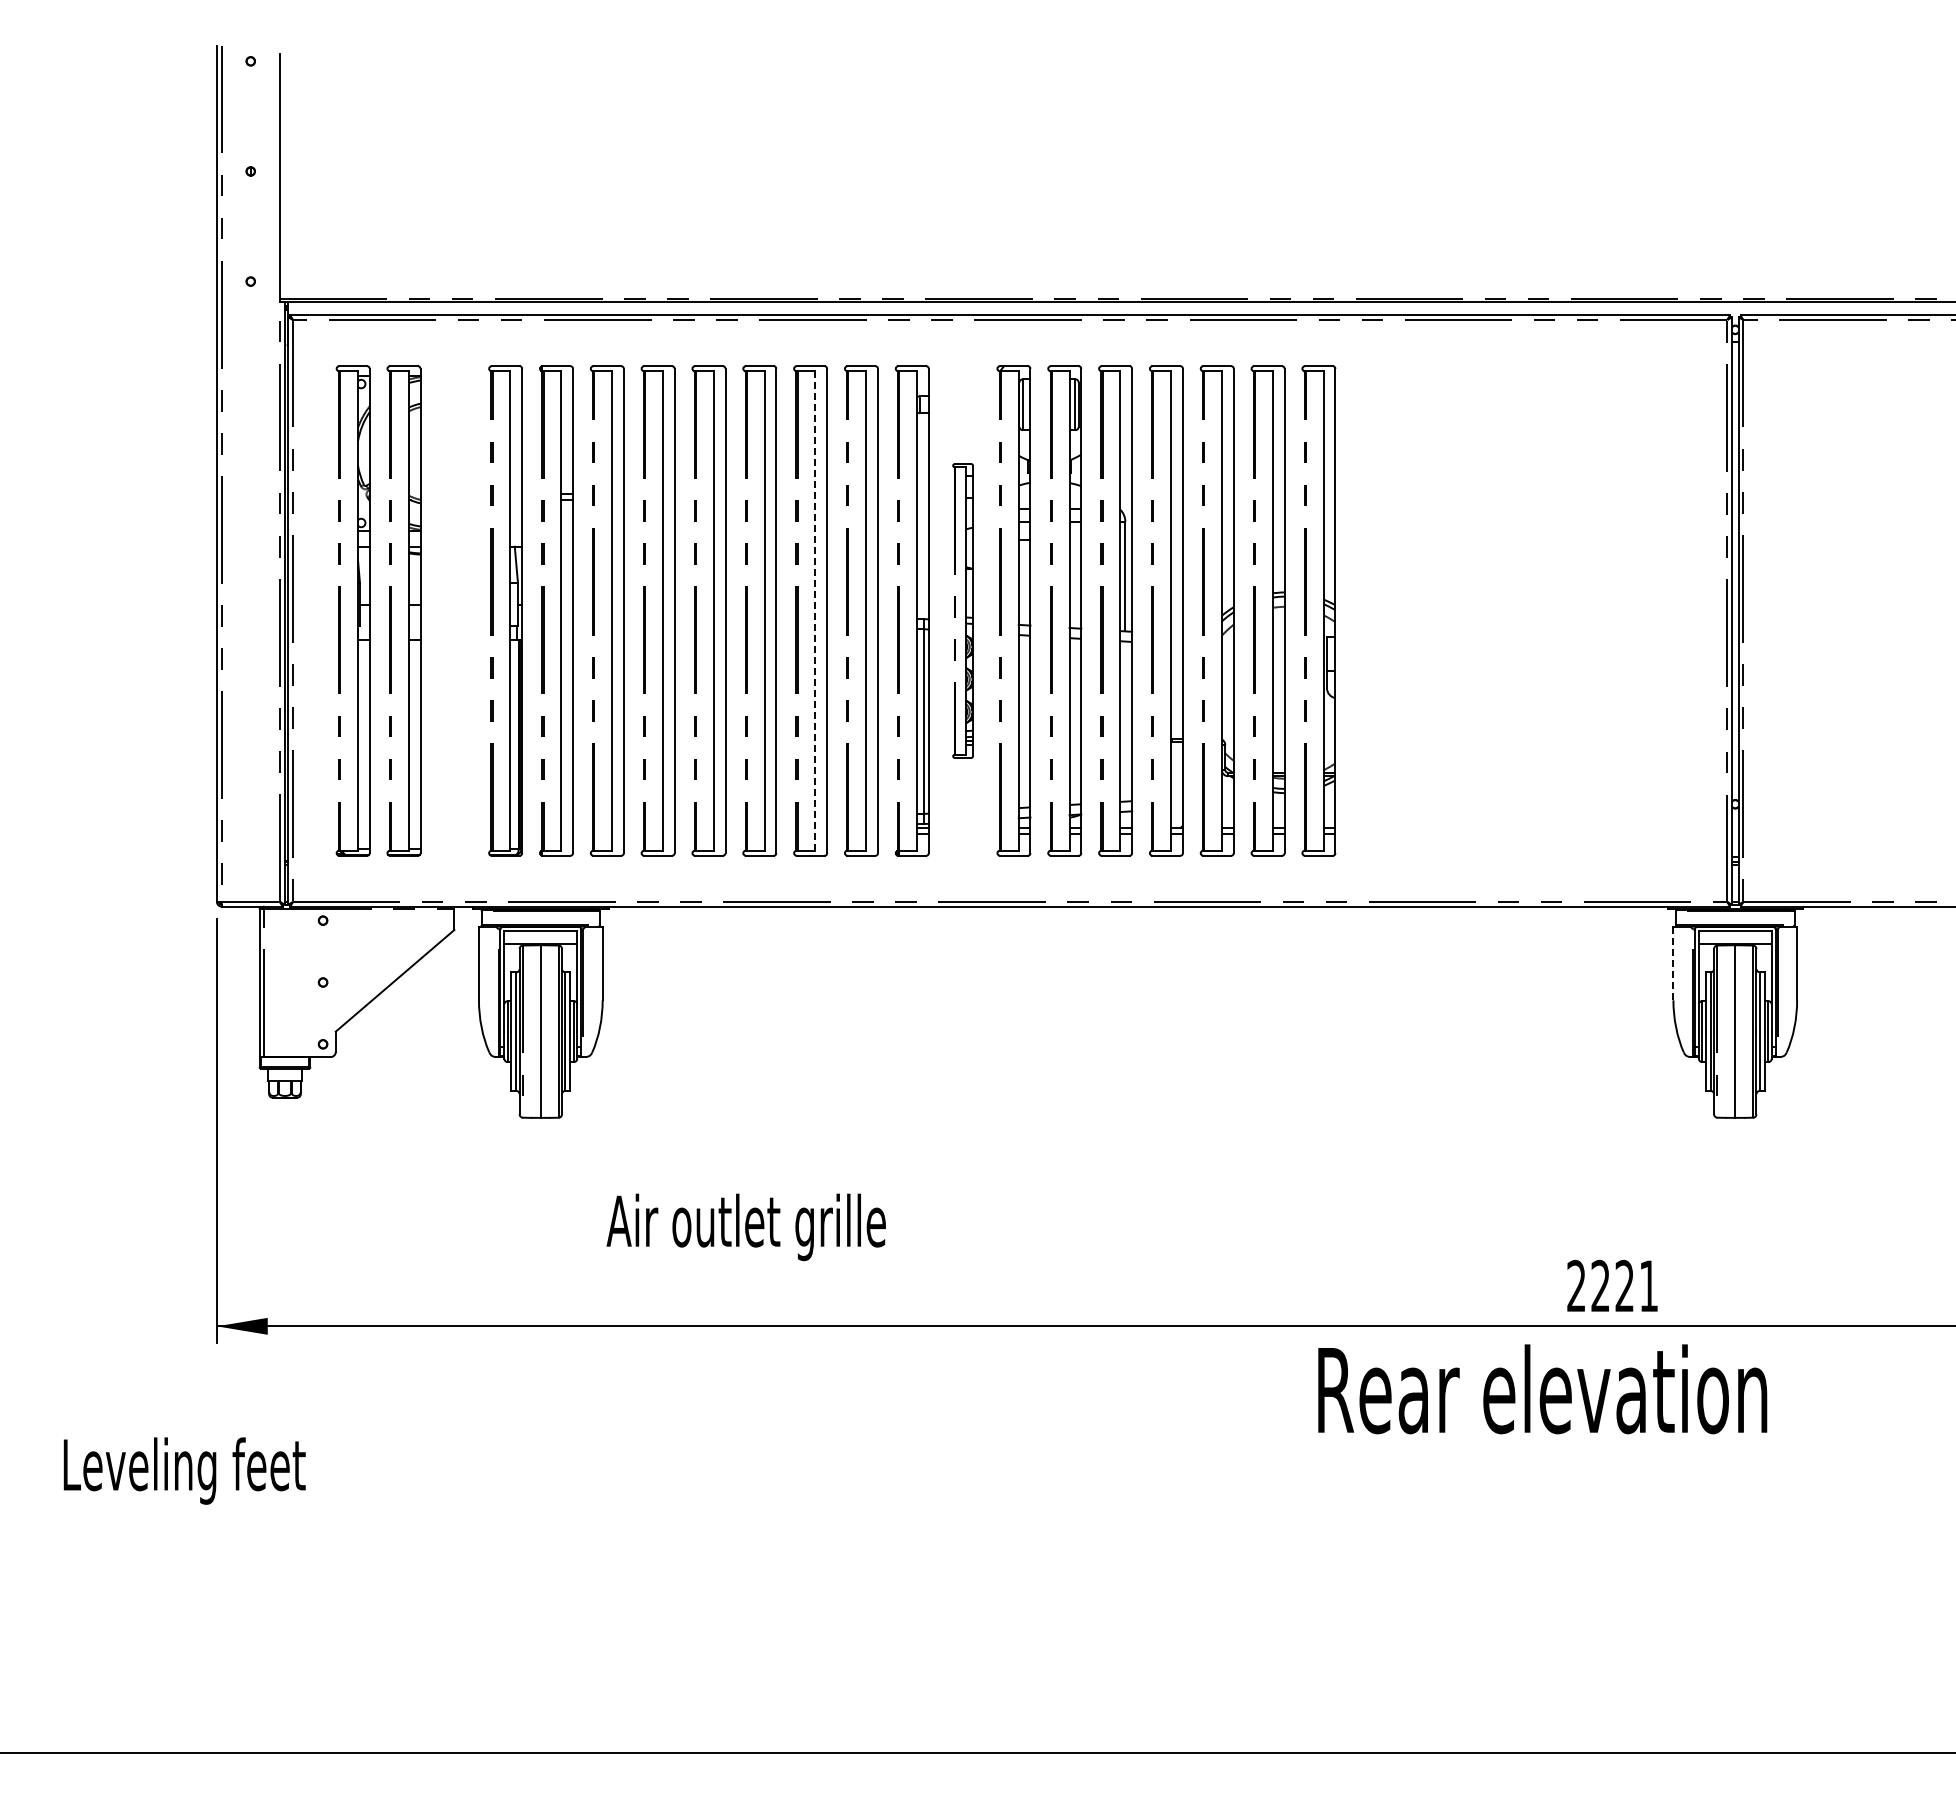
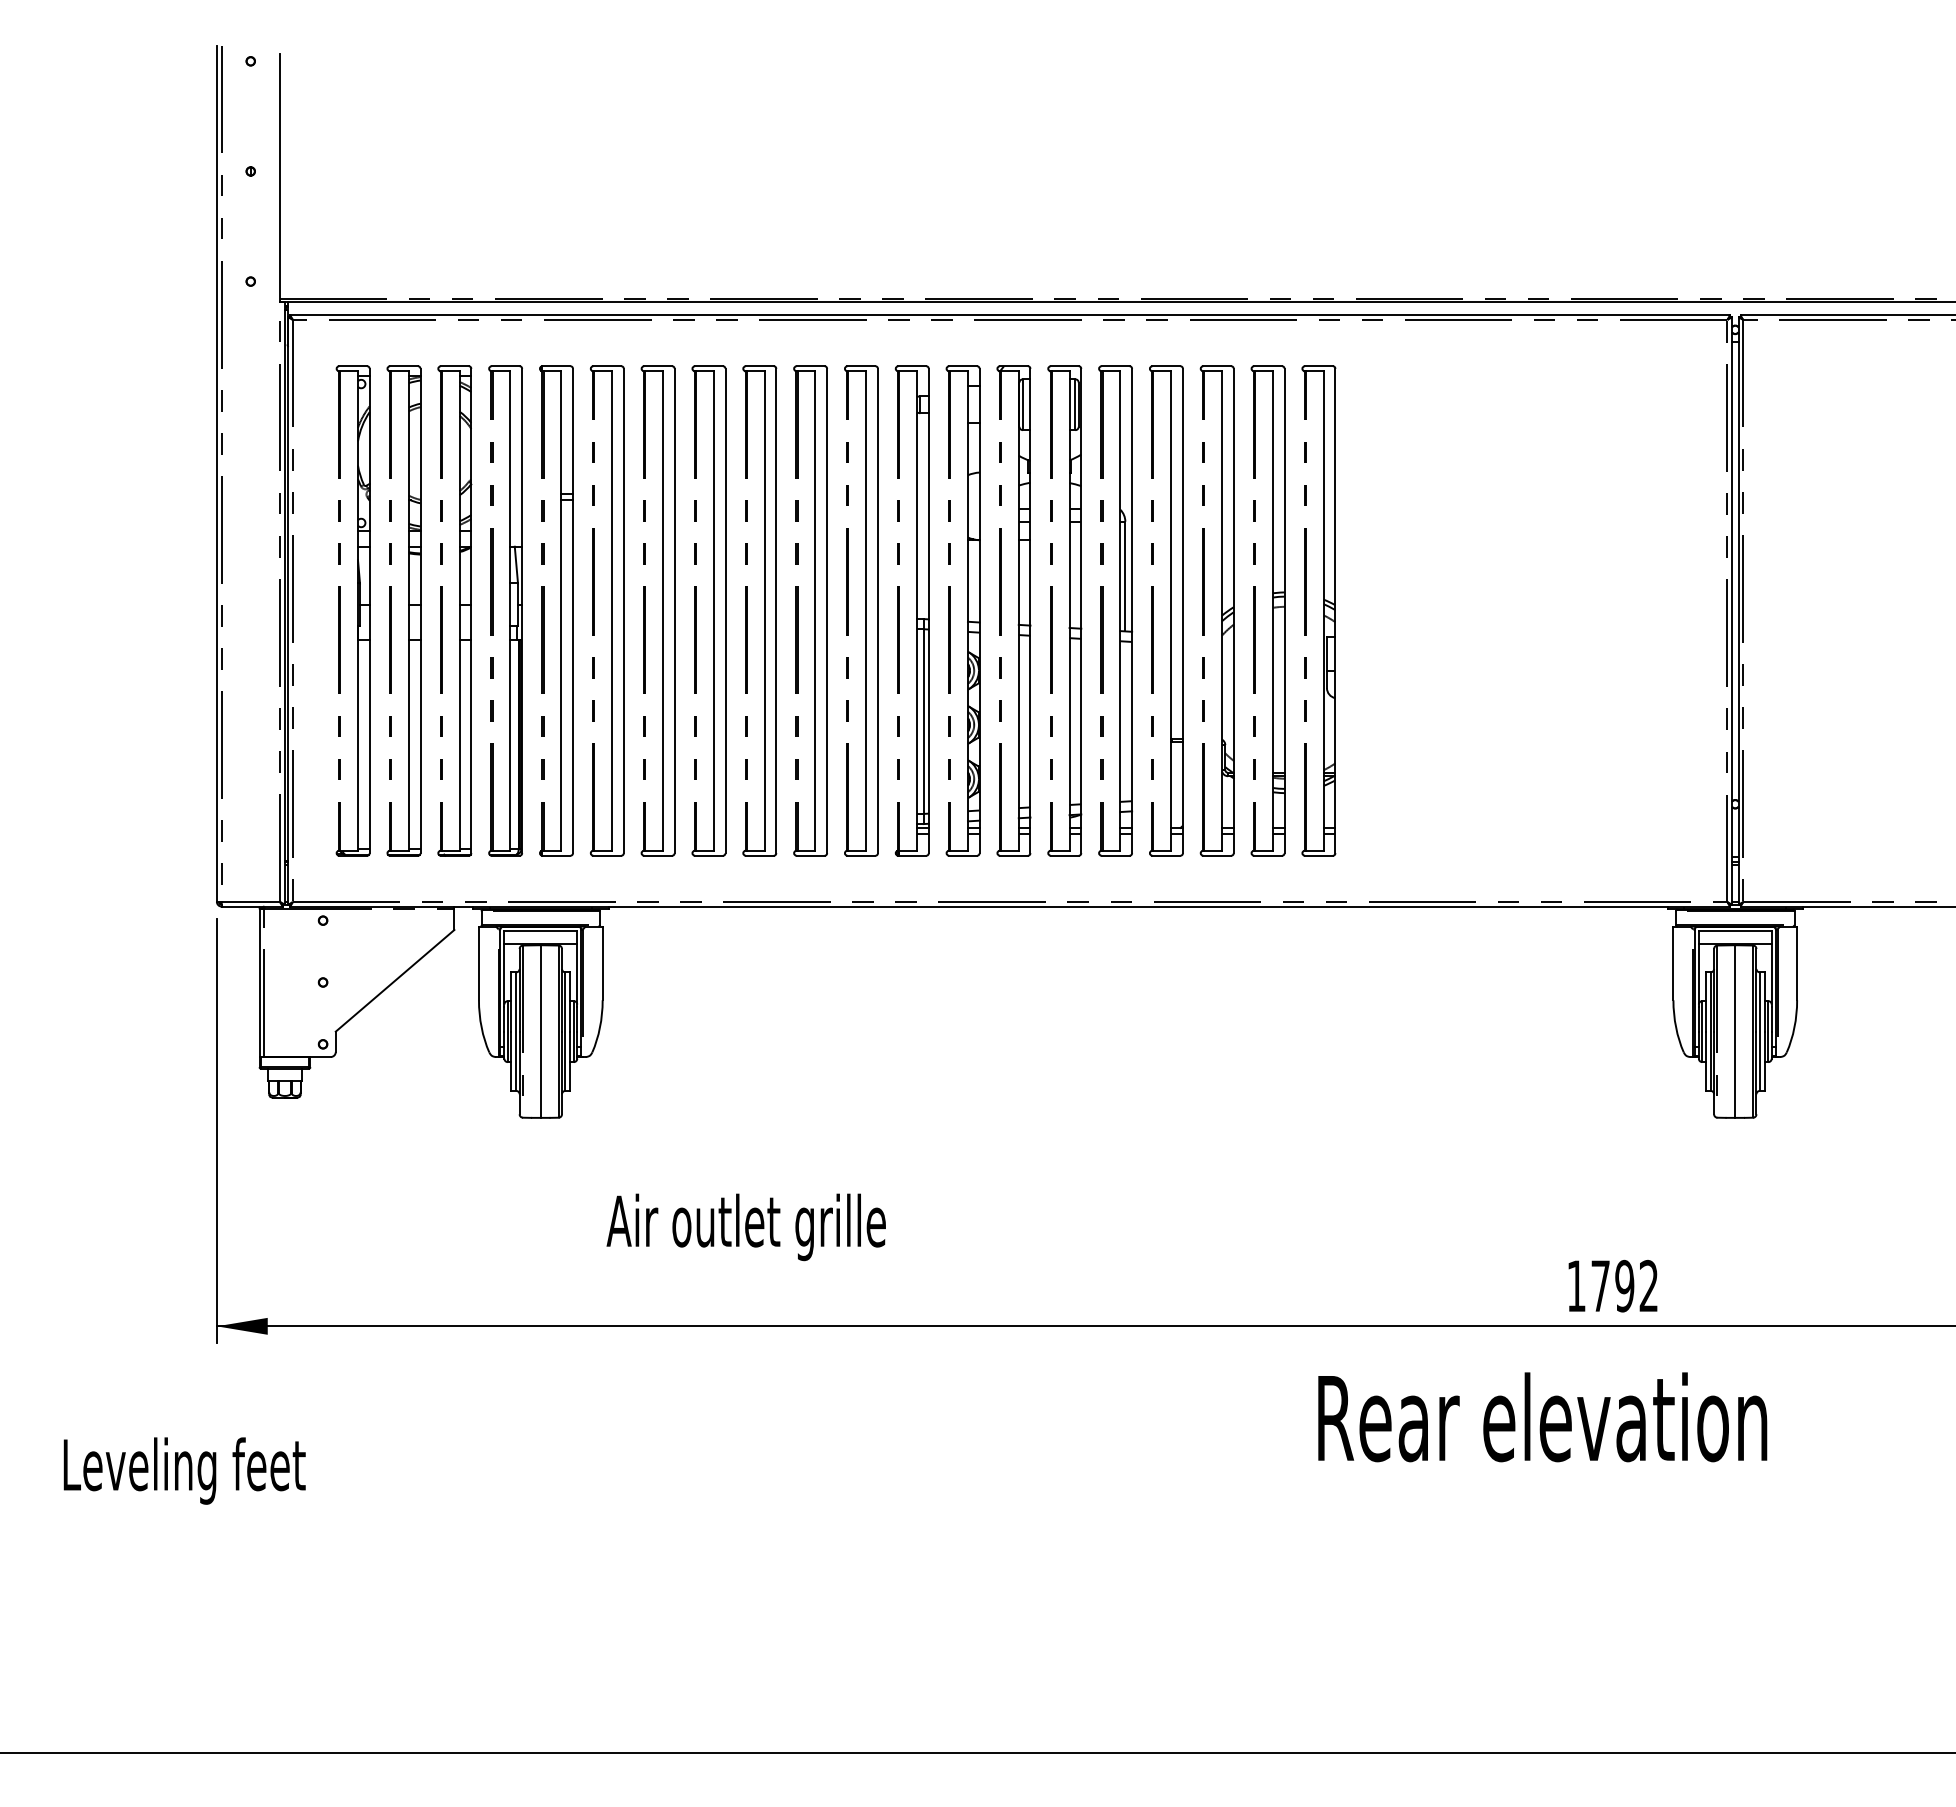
part at (454, 610): none -> present
part at (962, 610) size: 22x296 px -> 36x492 px
line at (815, 611): dashed -> solid
line at (1673, 963): dashed -> solid
text at (1612, 1285): 2221 -> 1792
text at (1542, 1389) position: (1542, 1389) -> (1542, 1417)
